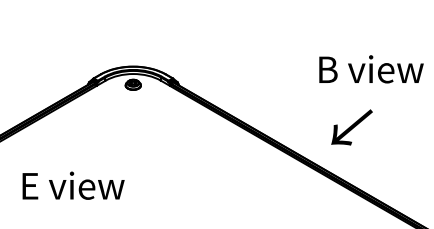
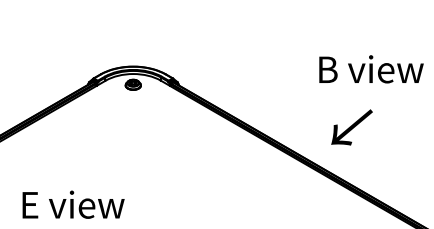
text at (73, 185) position: (73, 185) -> (73, 204)
